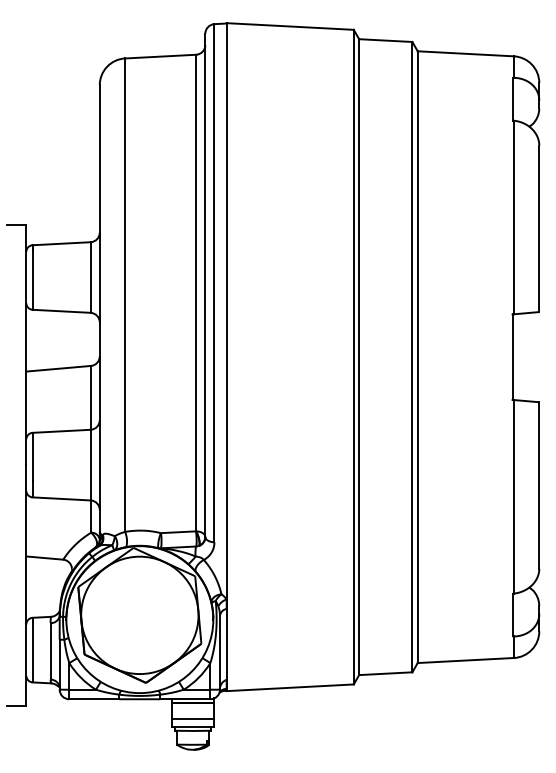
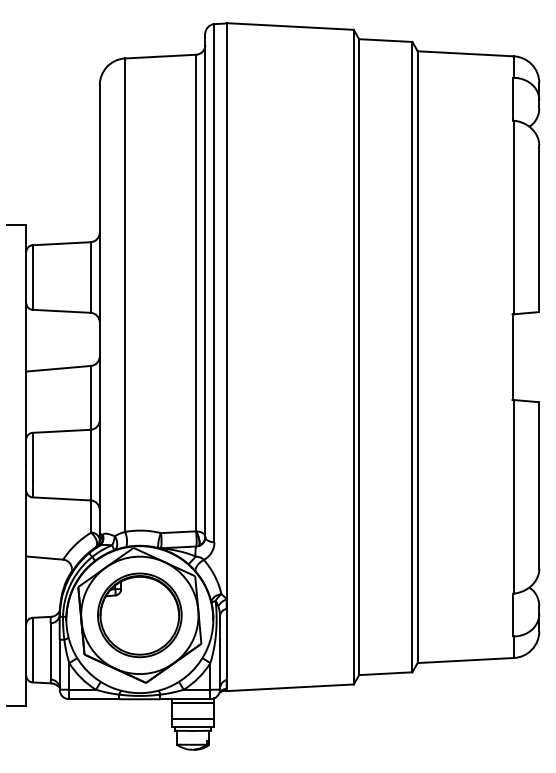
part at (139, 615): none -> present
